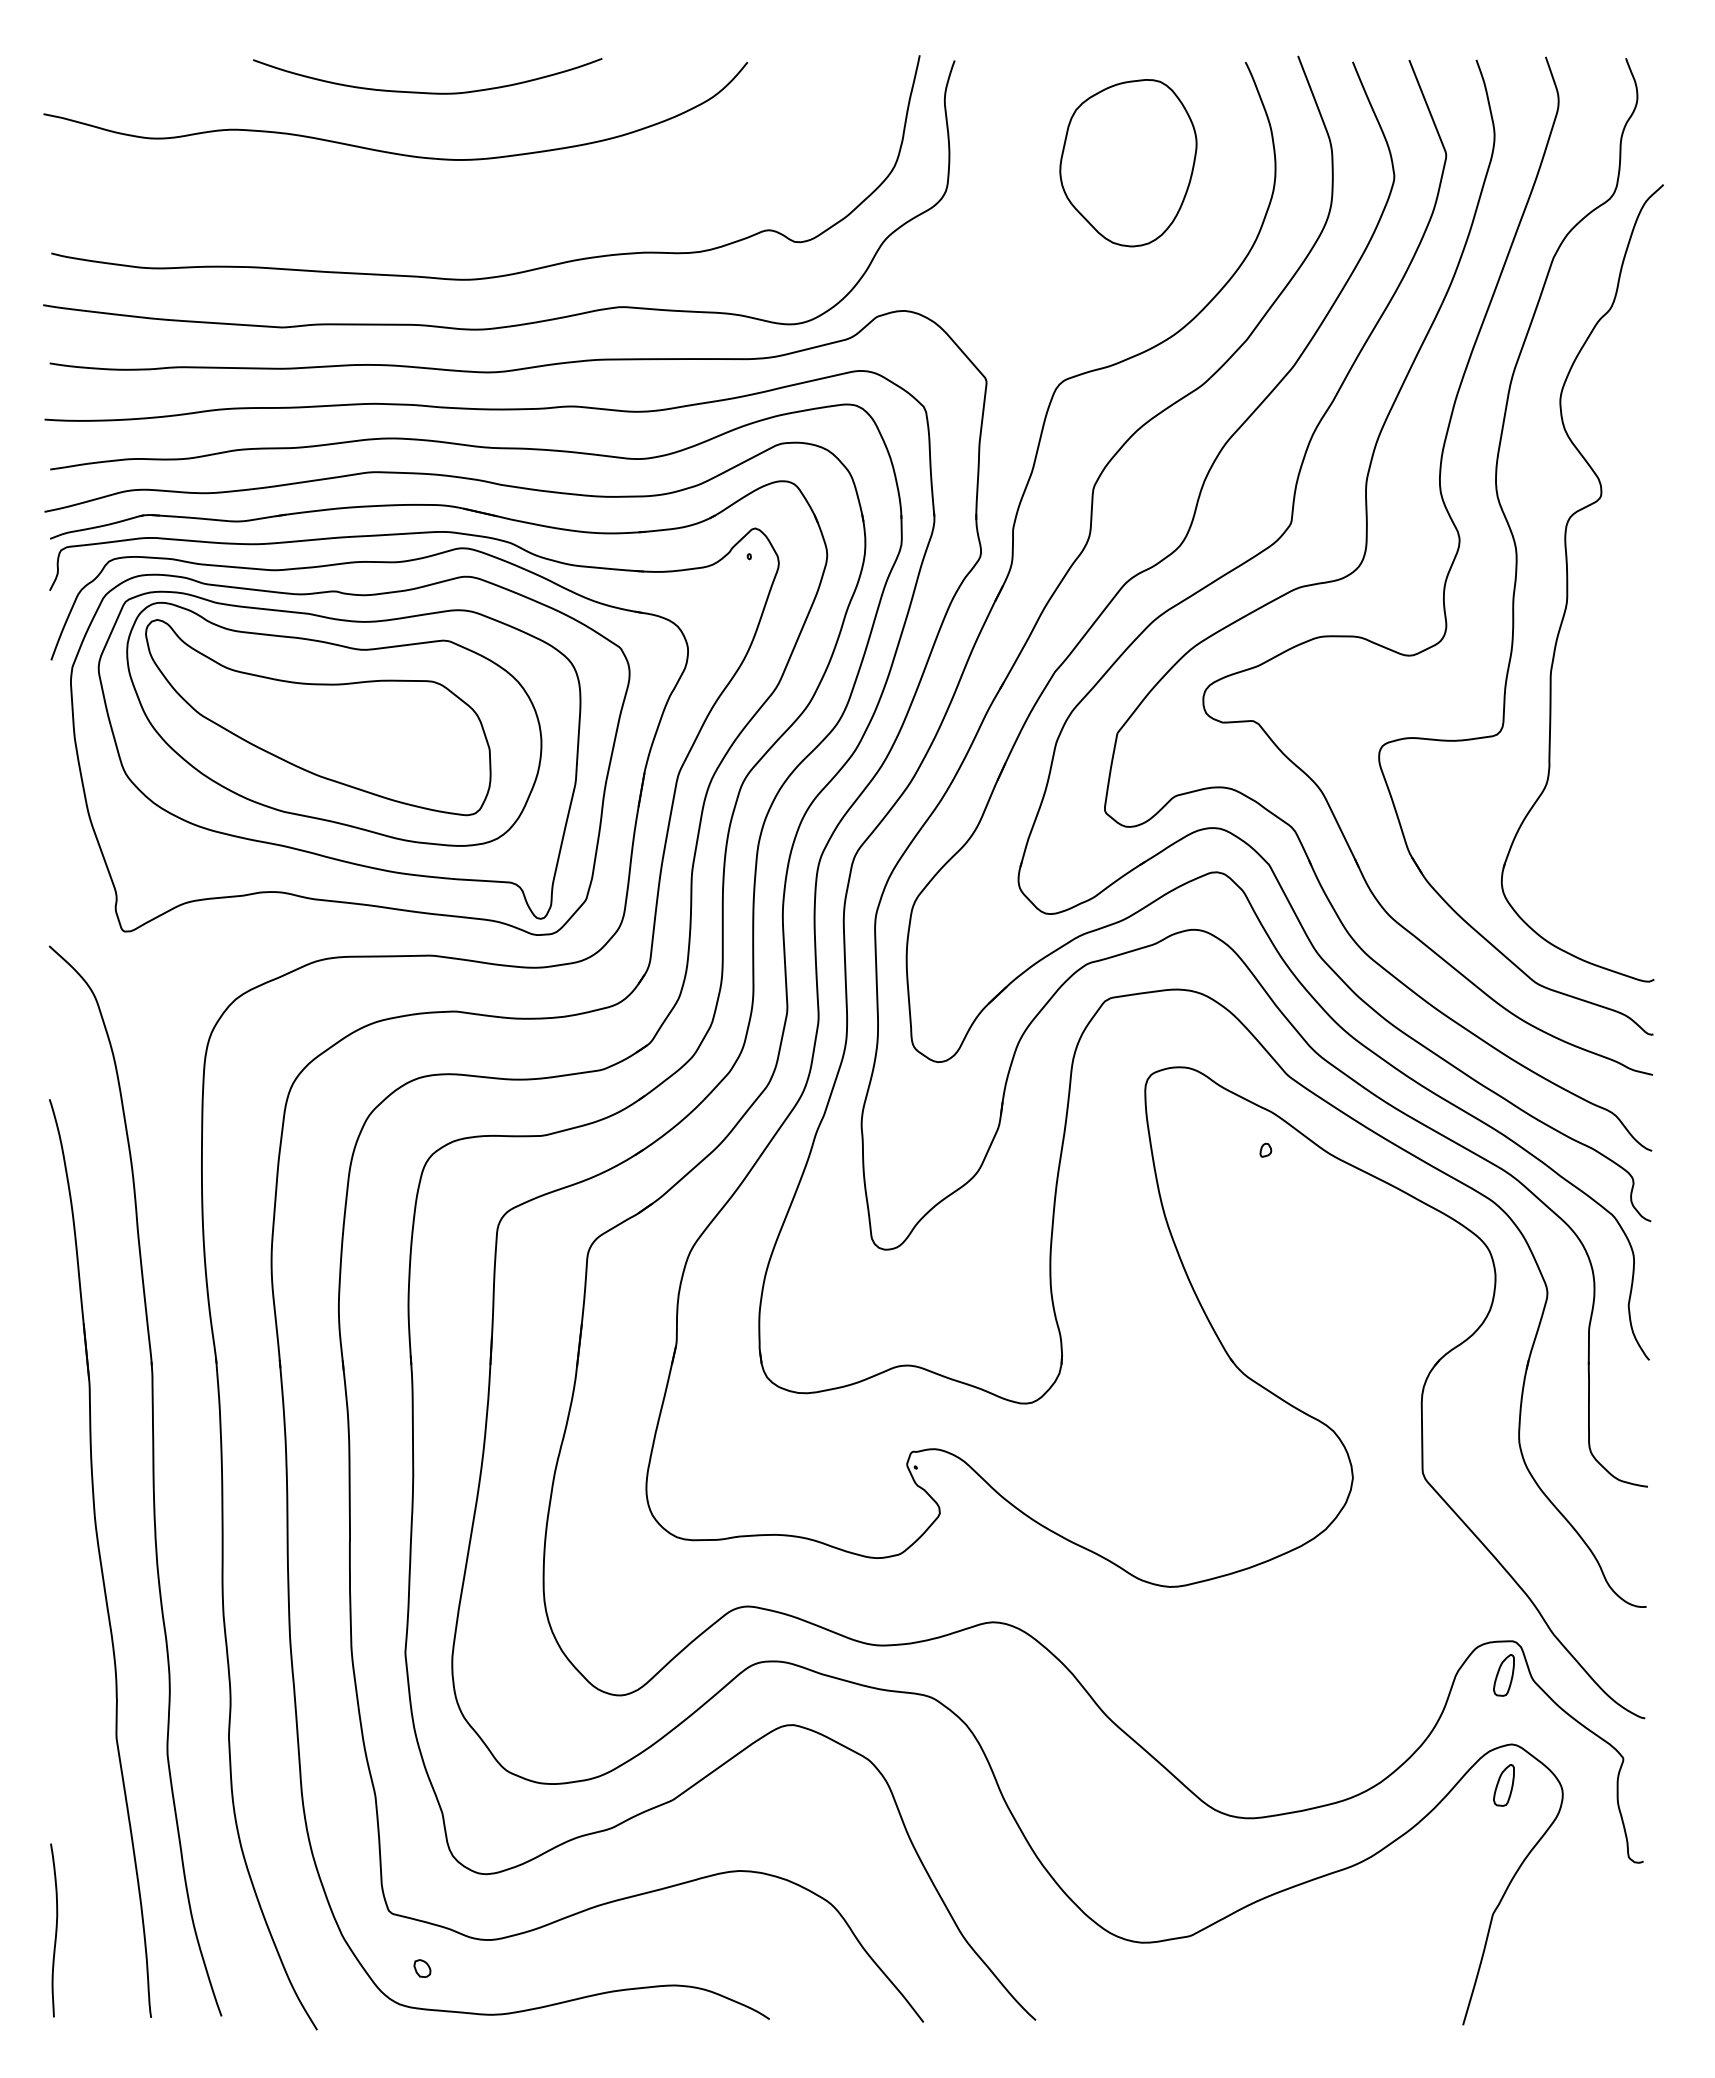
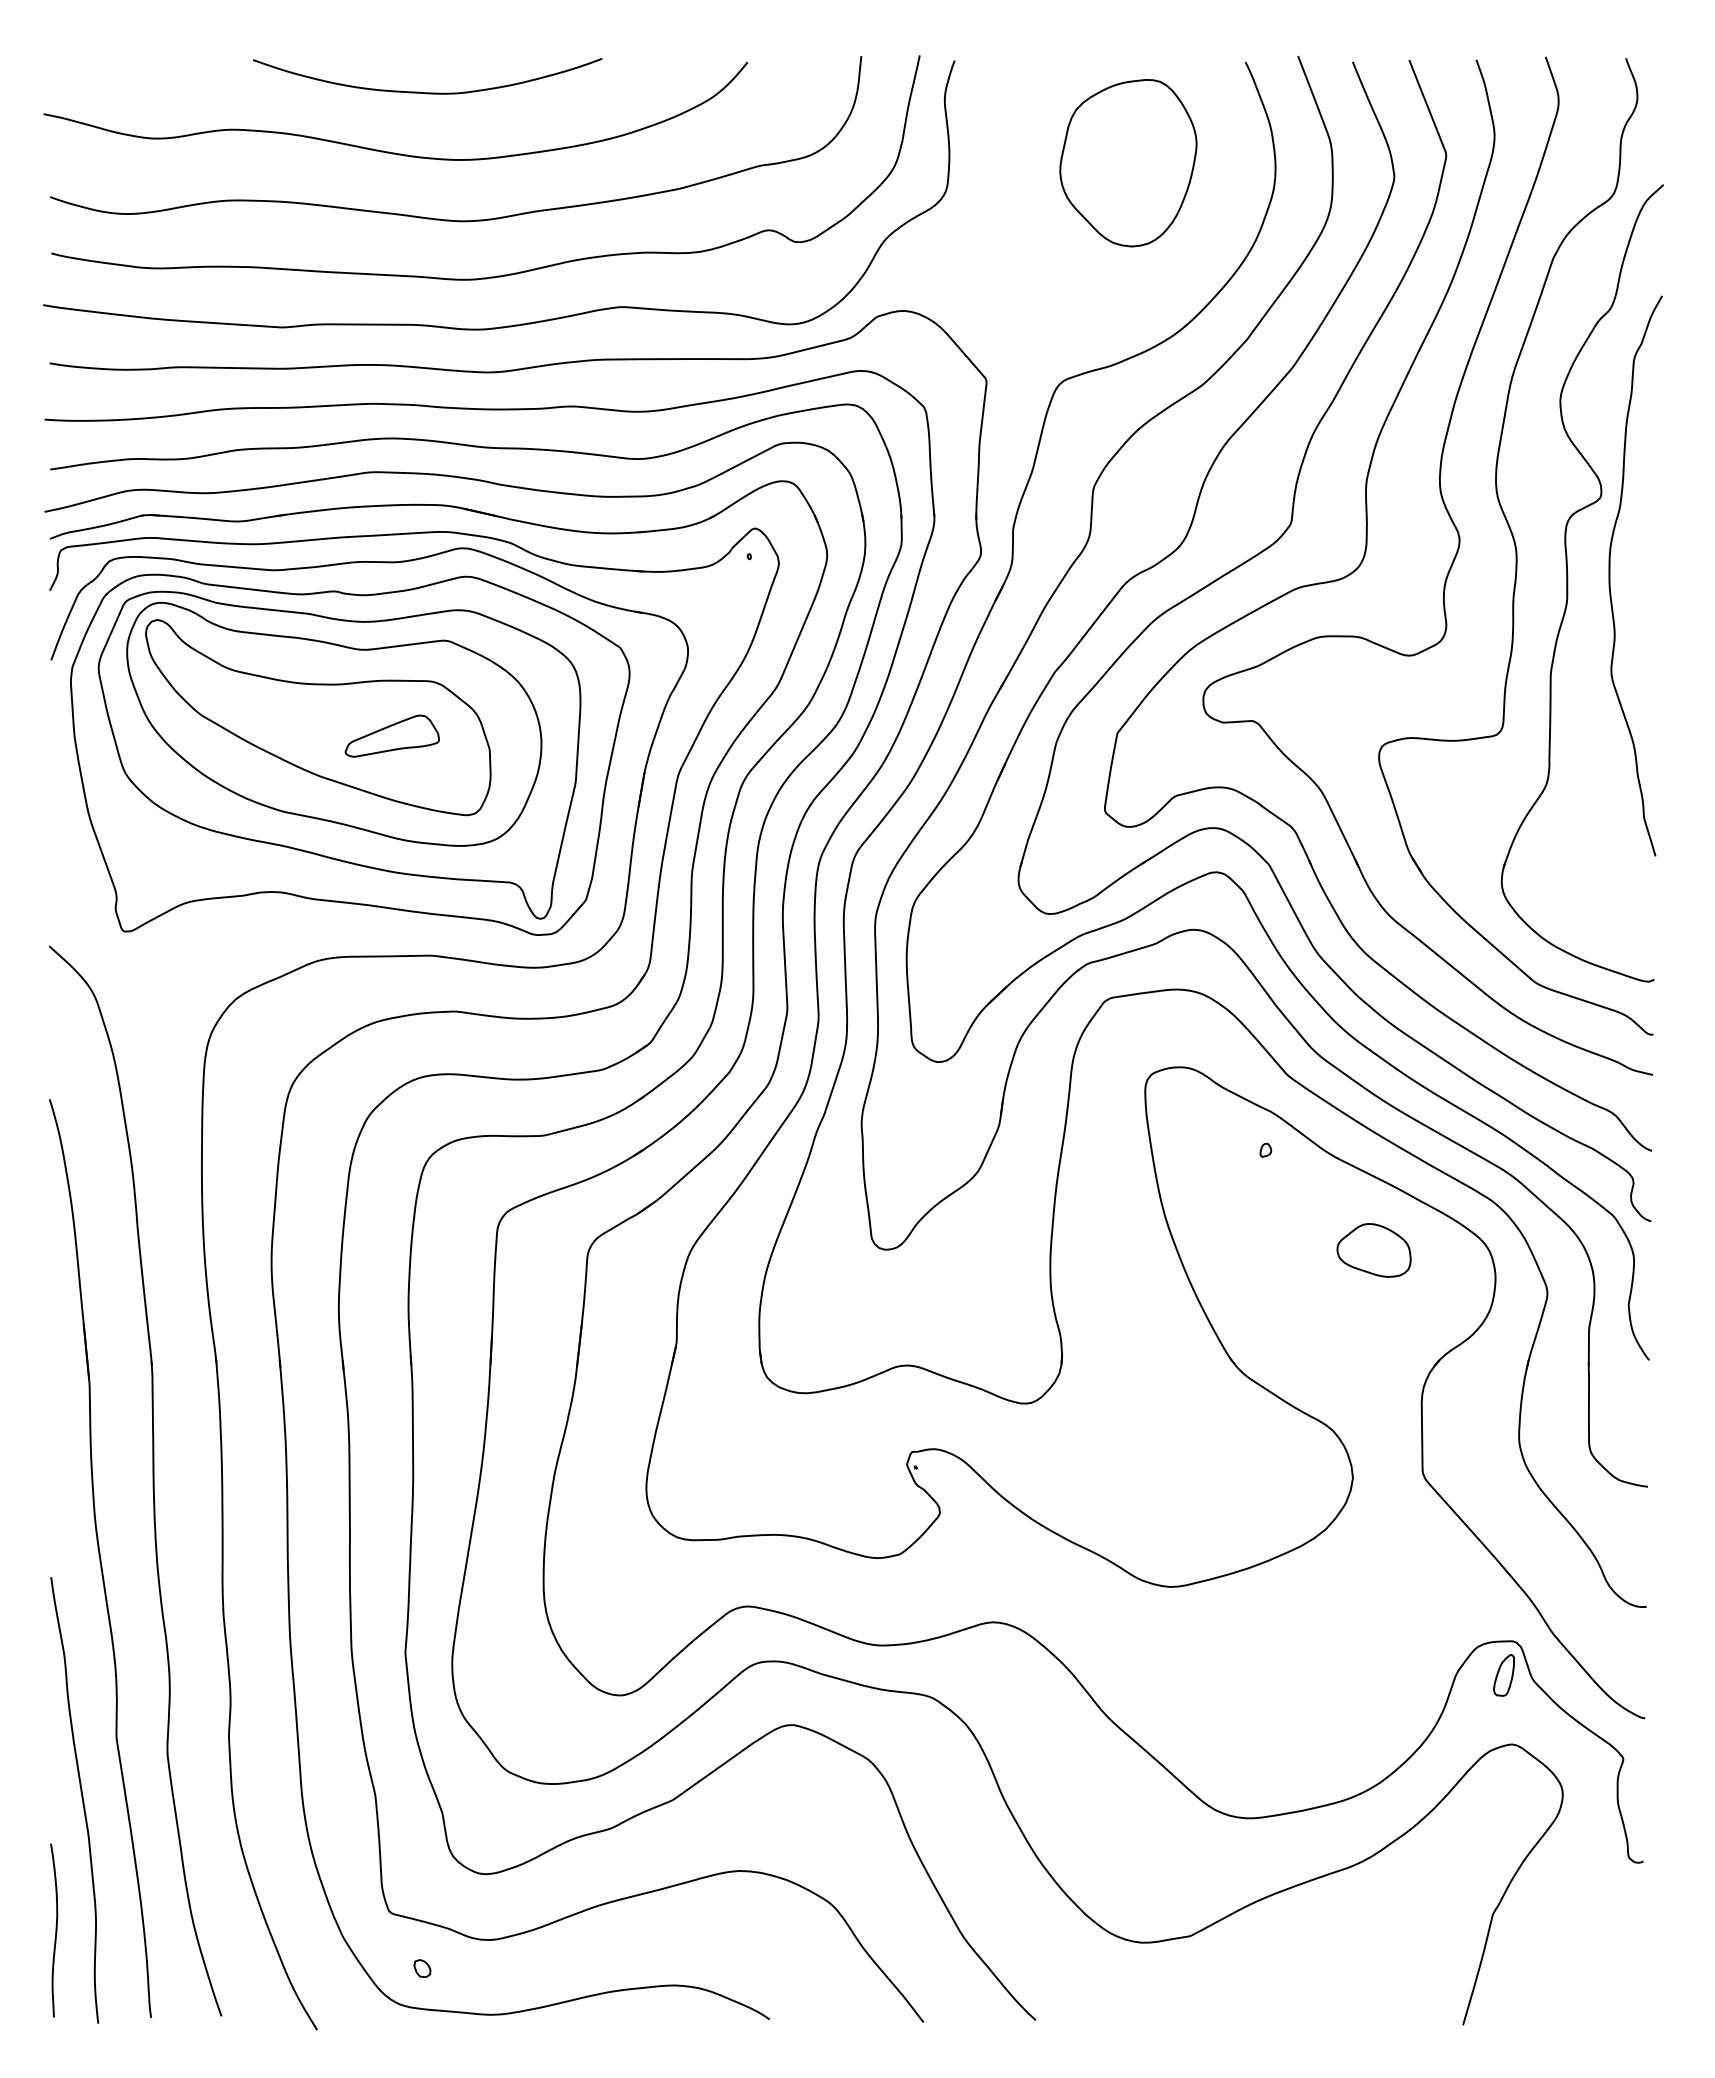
curve at (451, 219): none -> present
curve at (1610, 575): none -> present
part at (391, 735): none -> present
part at (1373, 1250): none -> present
part at (1503, 1785): present -> none
curve at (81, 1798): none -> present
